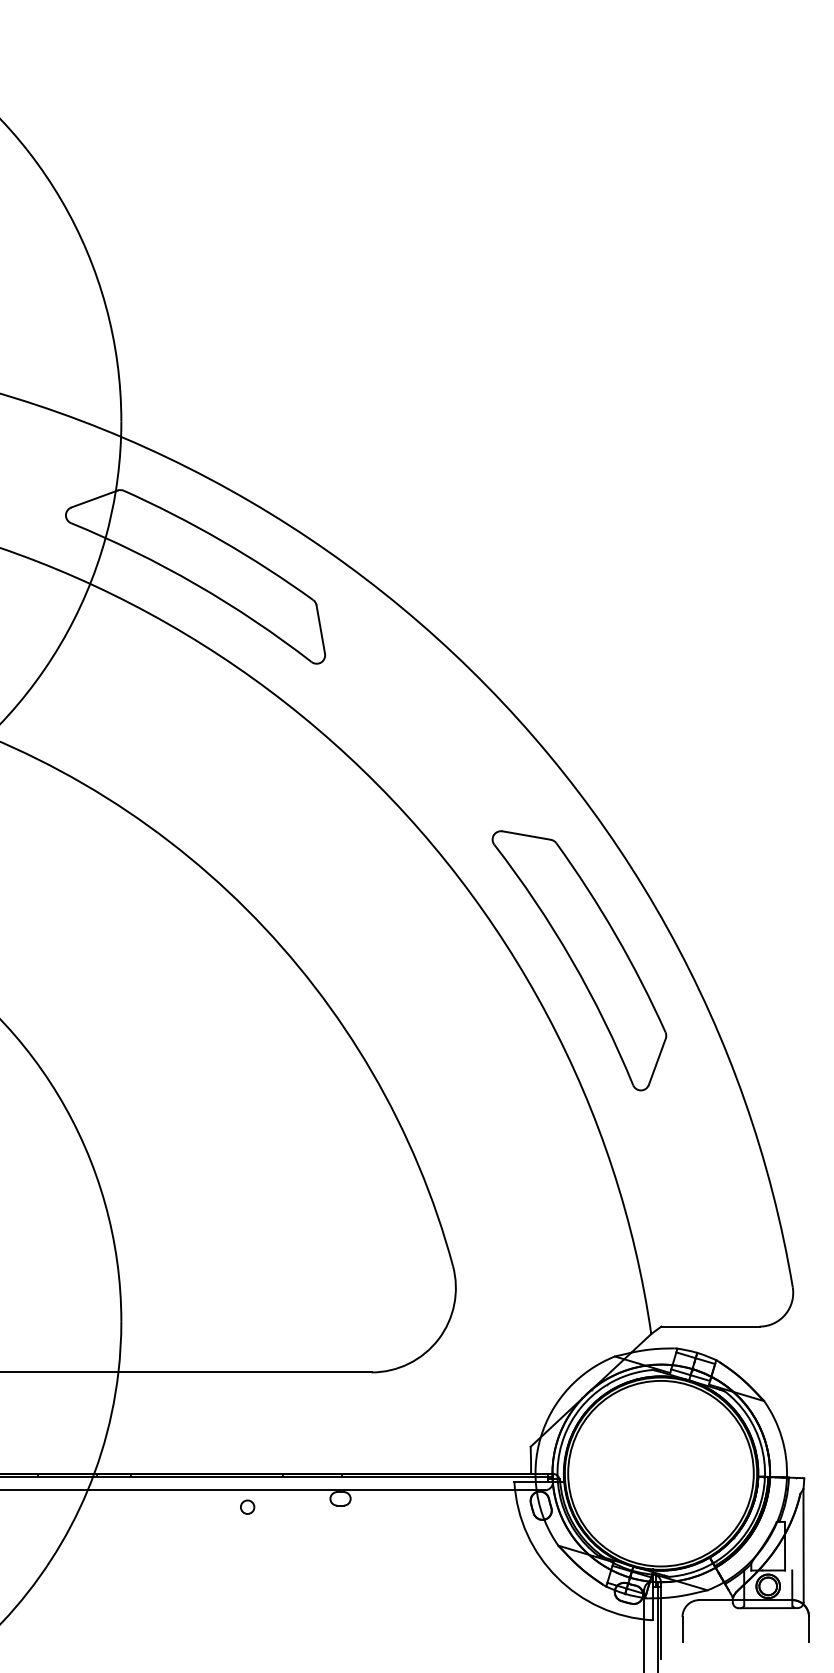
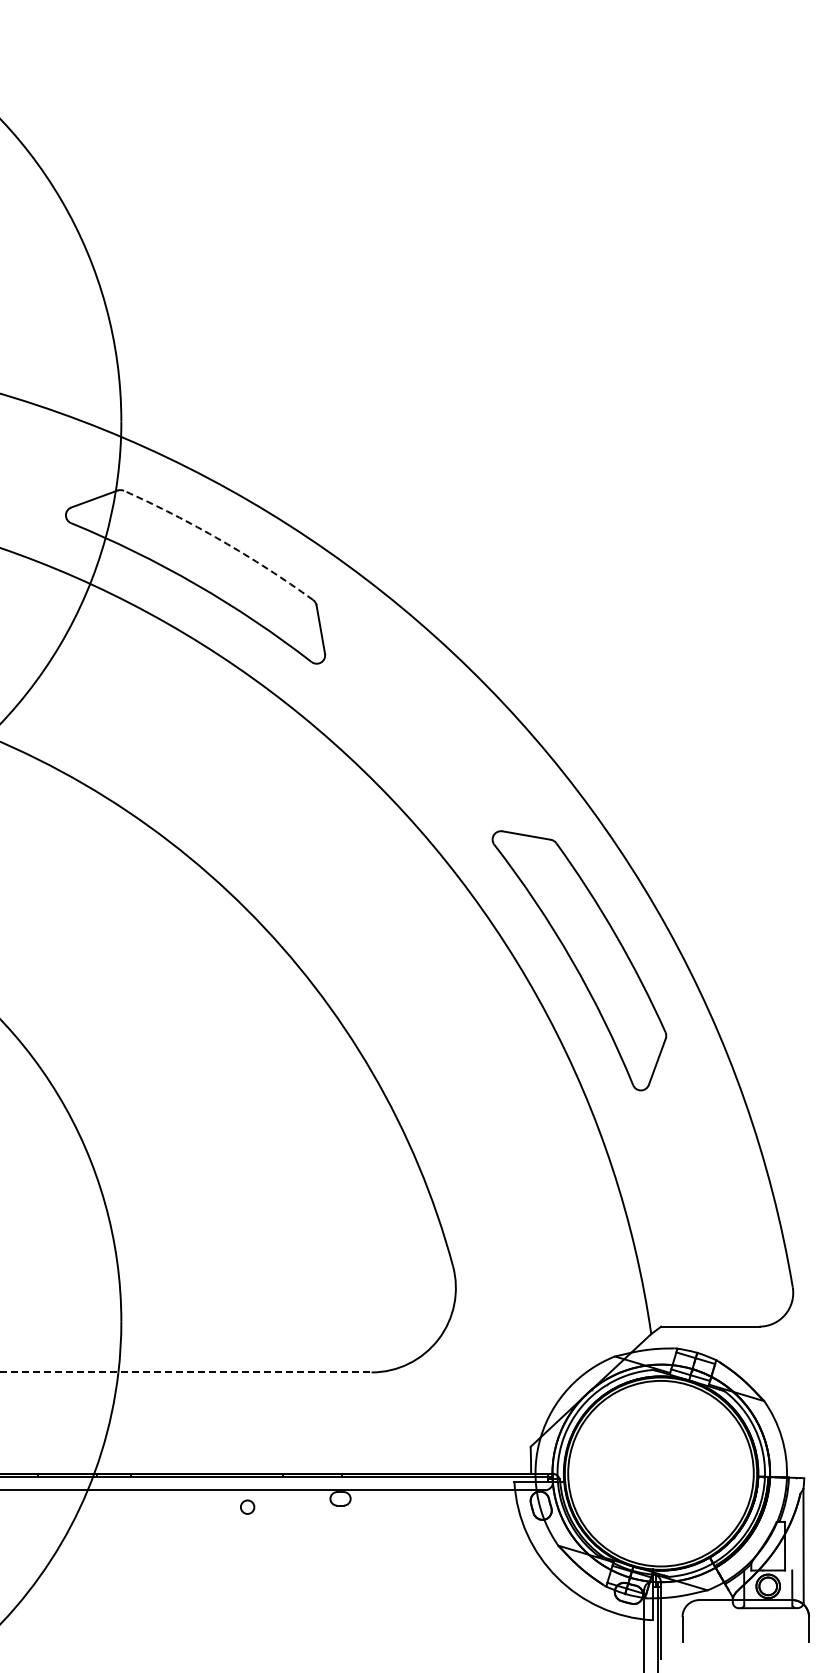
arc at (221, 540): solid -> dashed
line at (185, 1372): solid -> dashed
